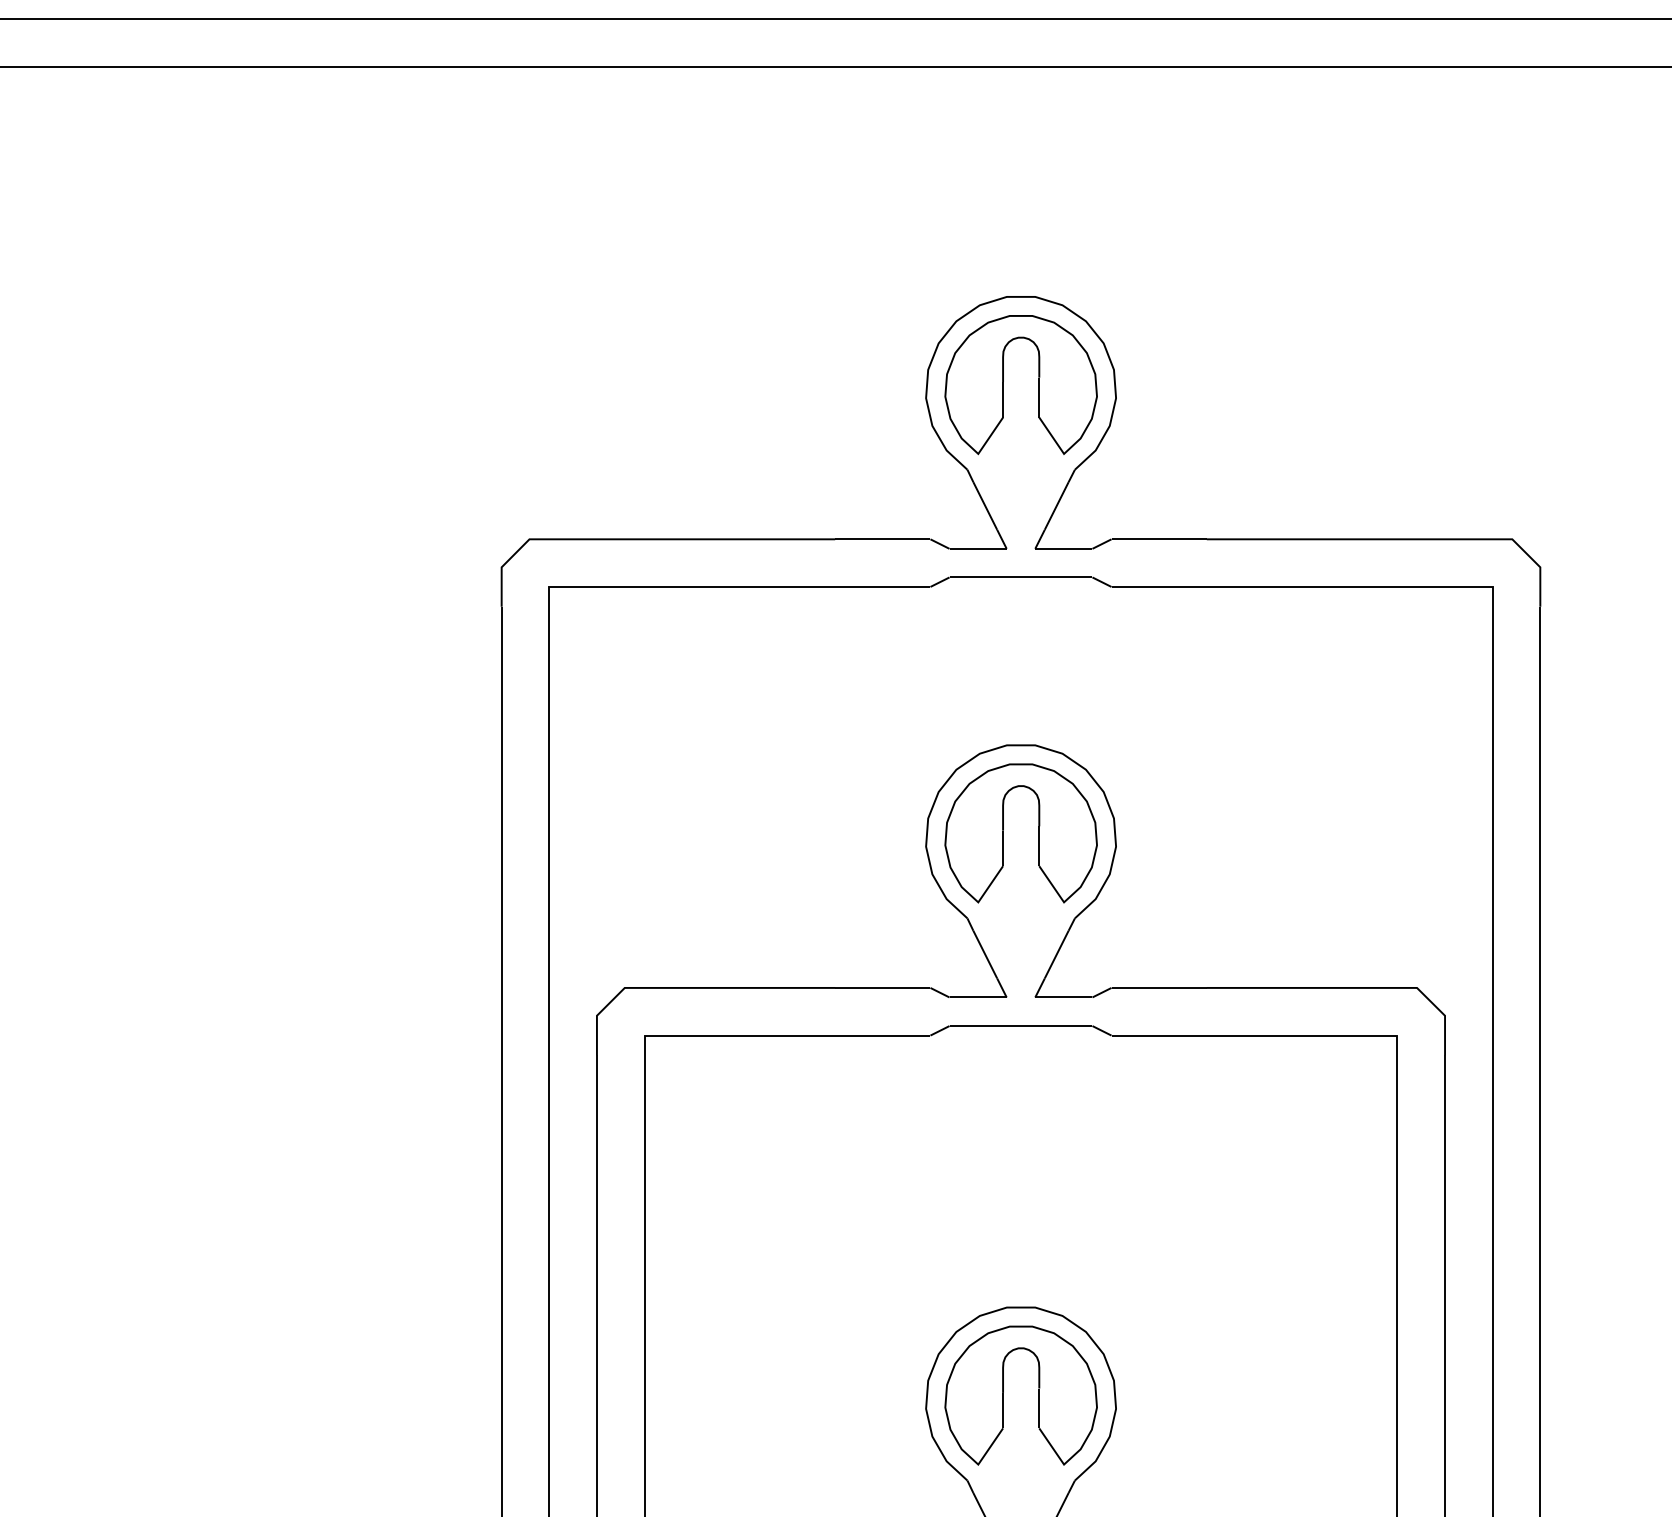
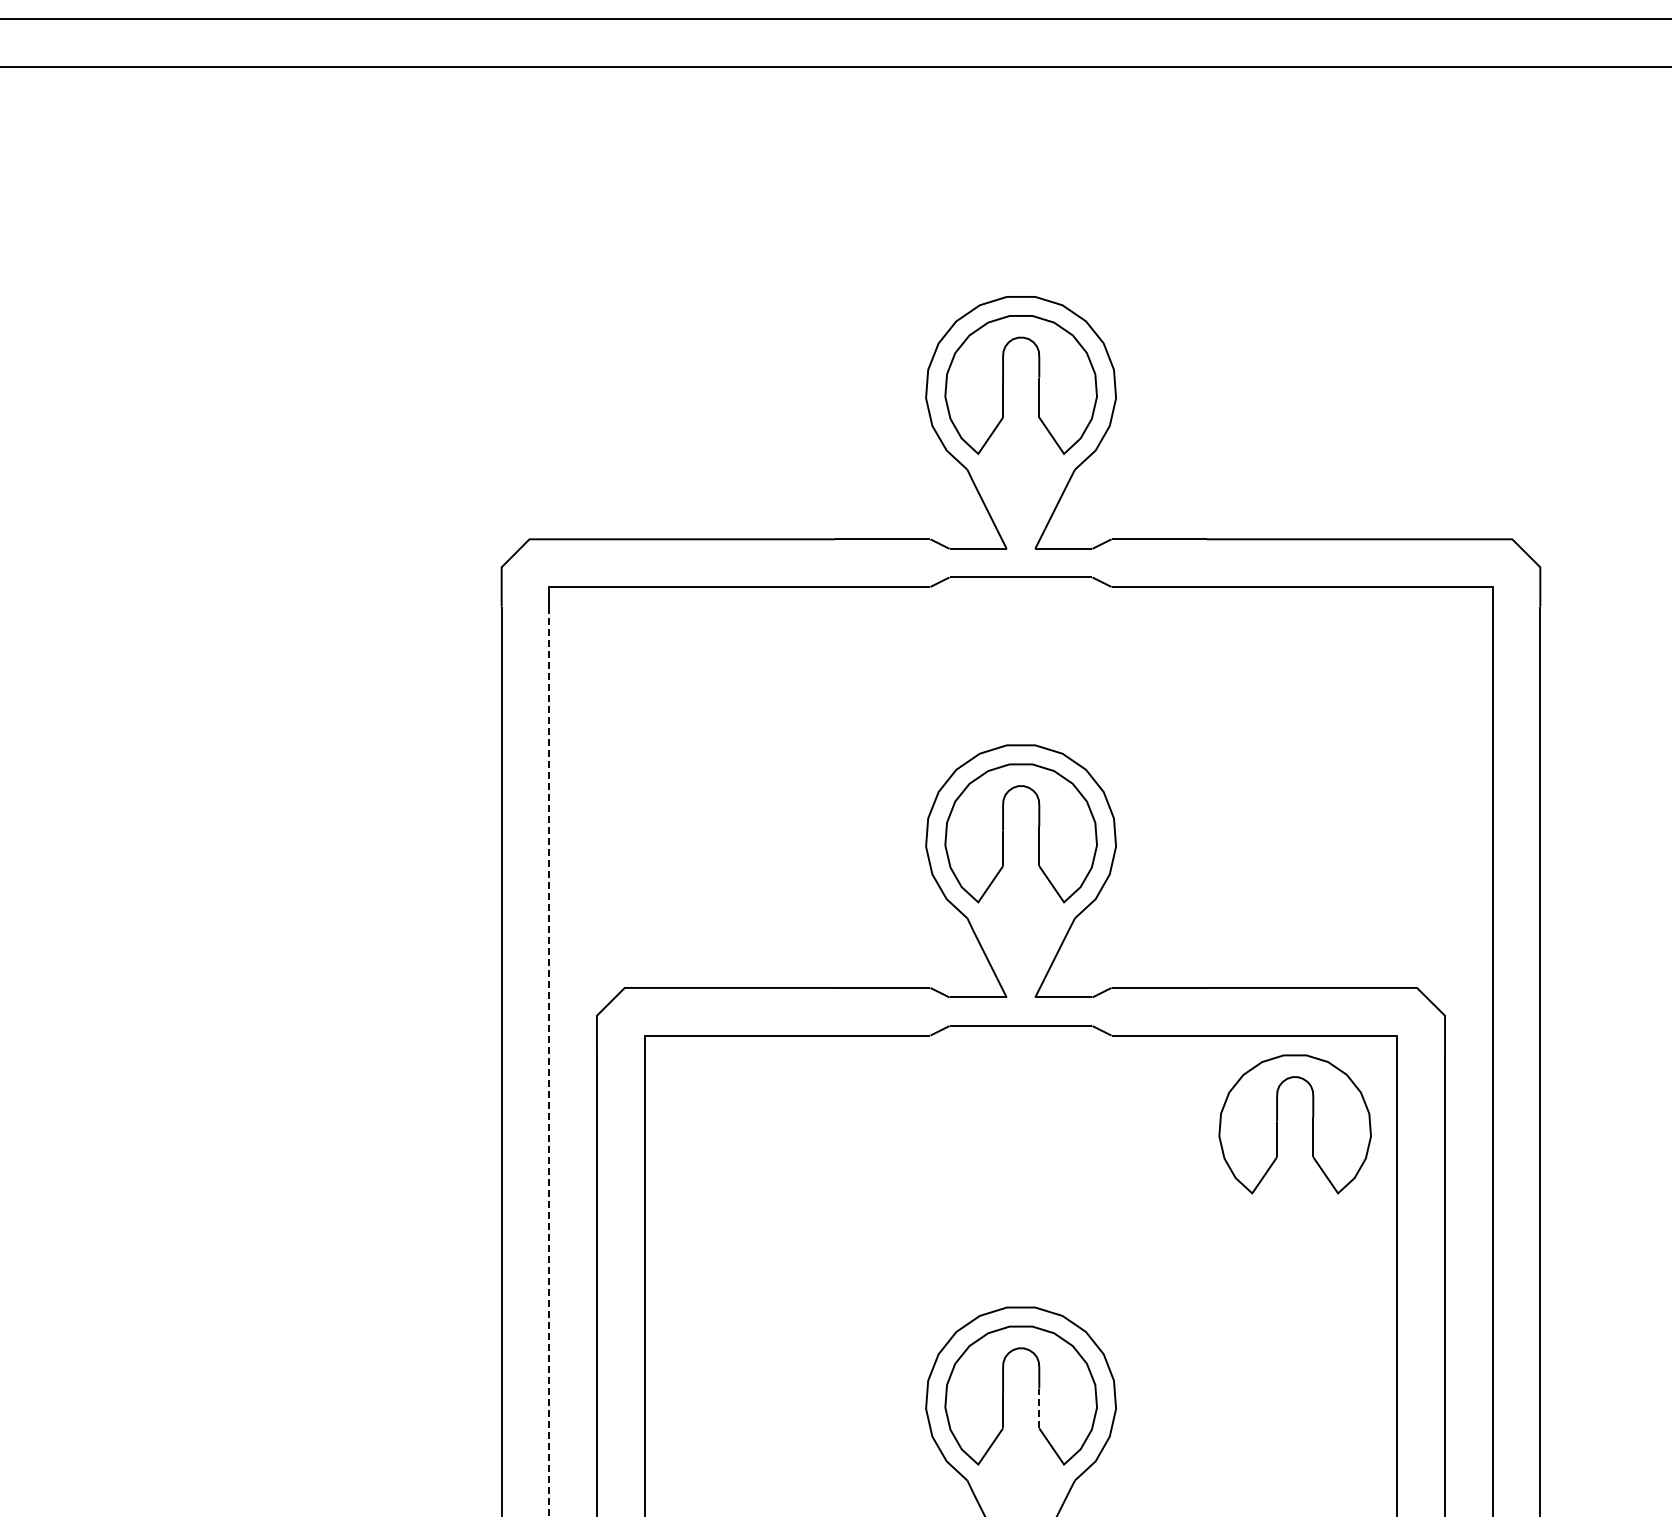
line at (549, 1061): solid -> dashed
part at (1277, 1124): none -> present
line at (1039, 1408): solid -> dashed
